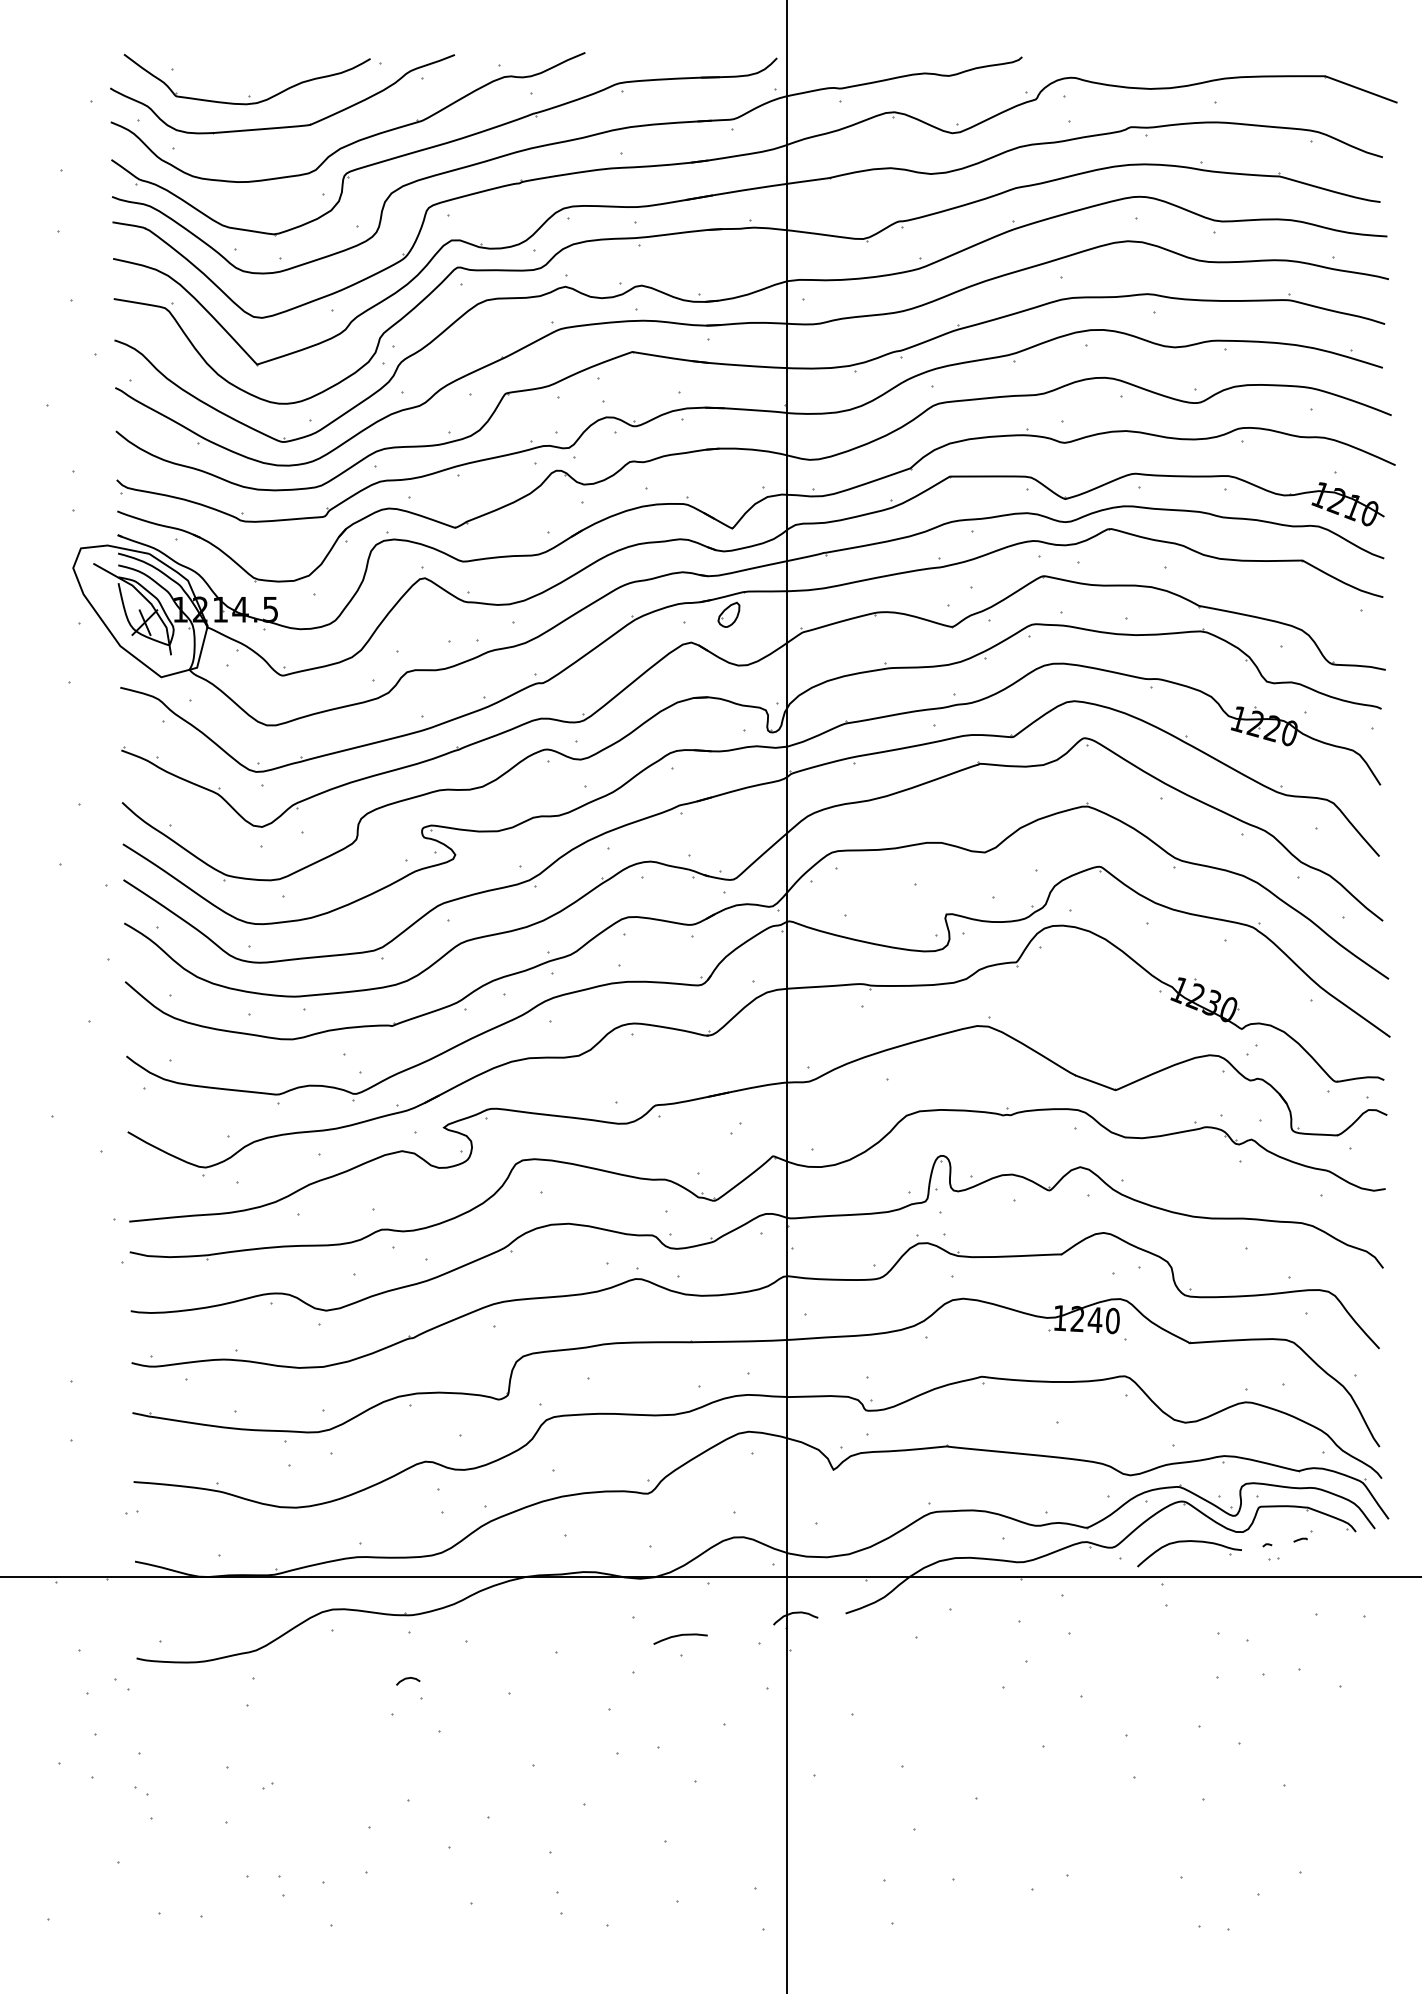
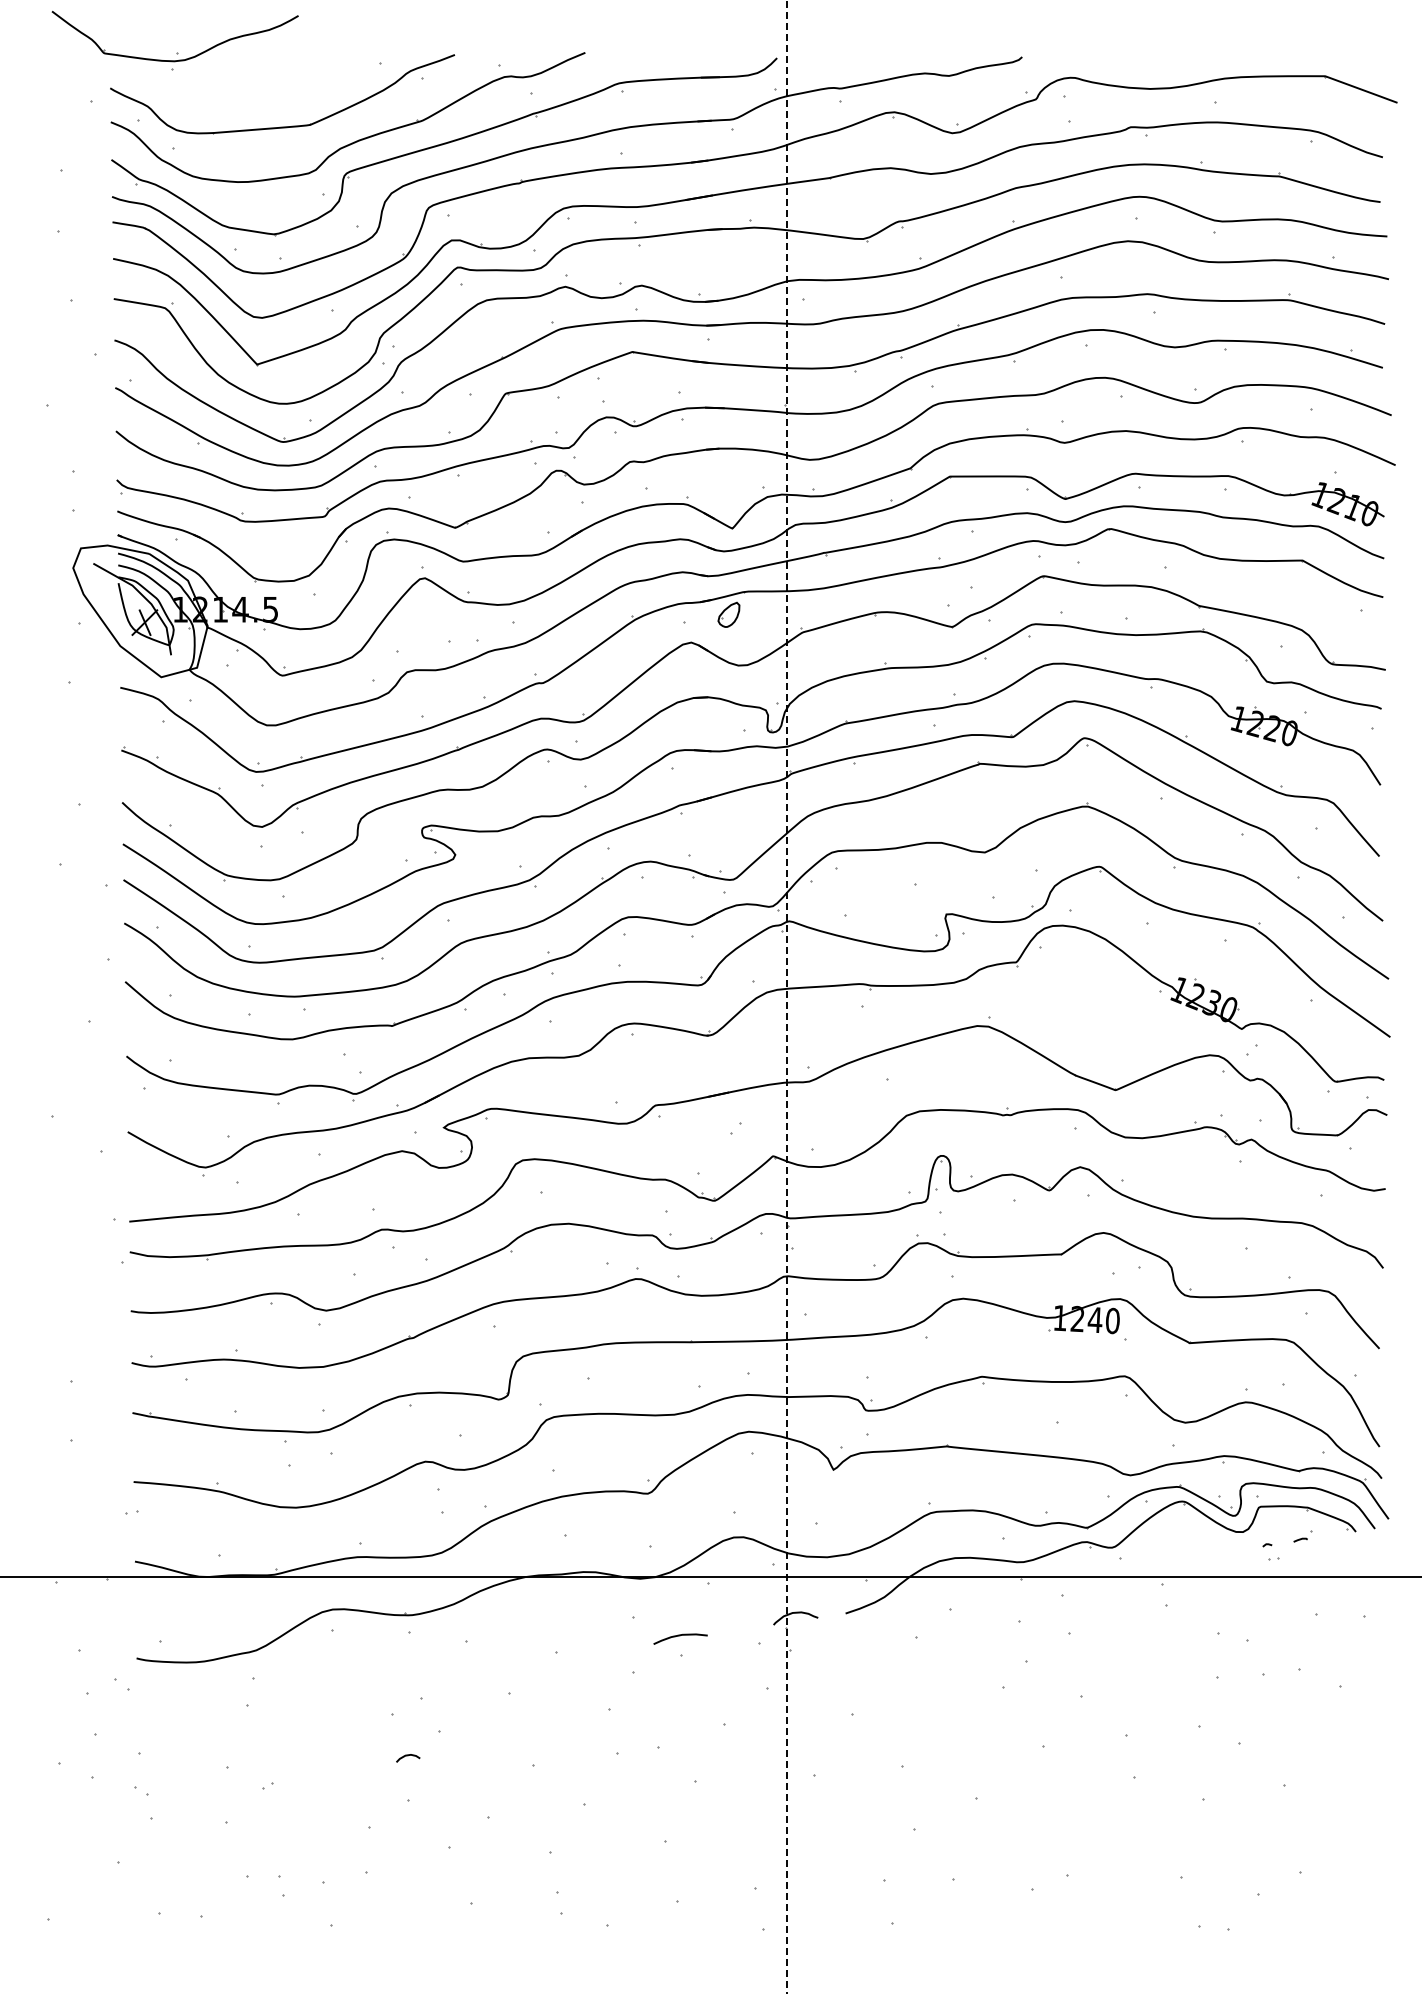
part at (249, 95) position: (249, 95) -> (177, 52)
line at (787, 997): solid -> dashed
part at (1187, 1542): present -> none
curve at (408, 1679) position: (408, 1679) -> (408, 1756)
